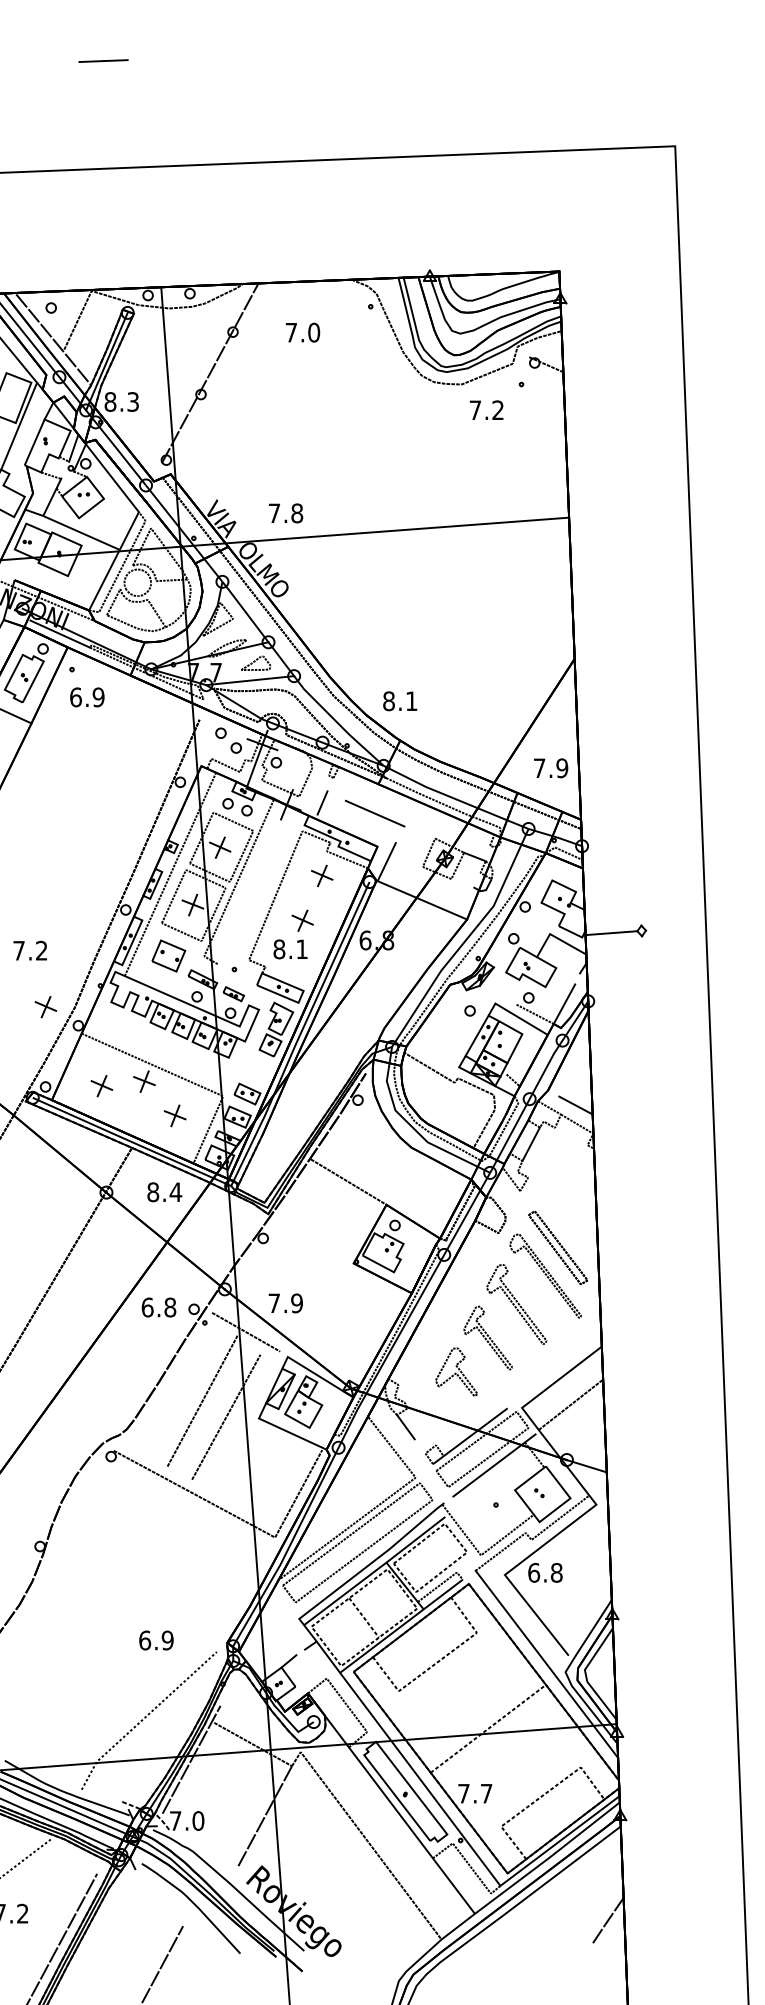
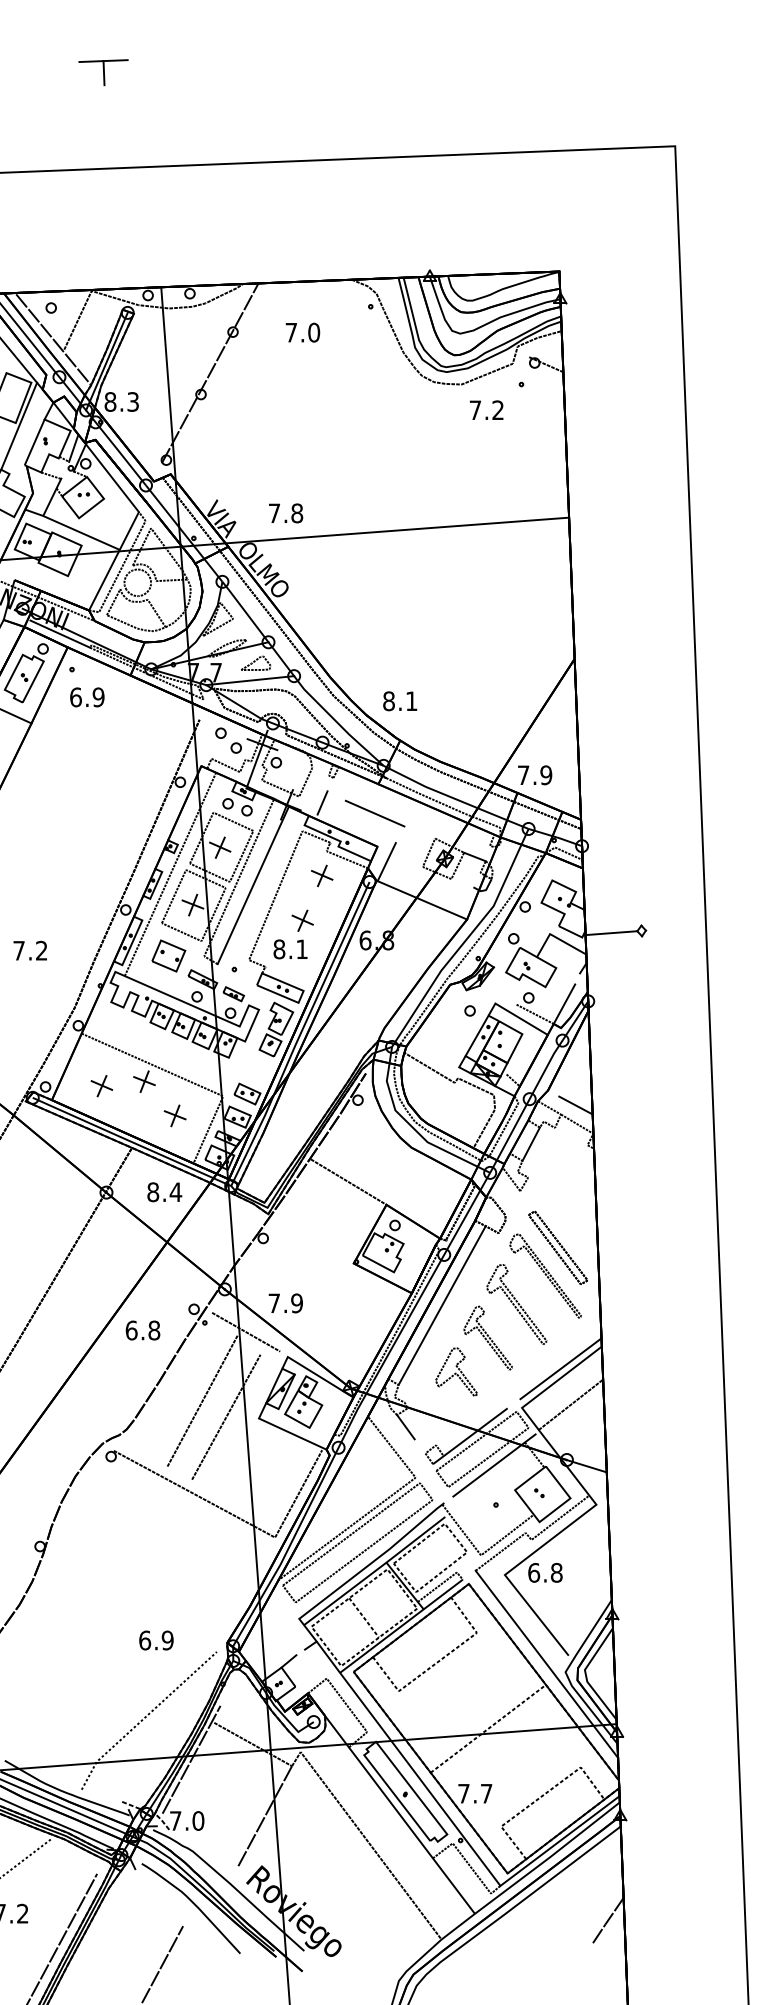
line at (103, 73): none -> present
text at (551, 768) position: (551, 768) -> (535, 775)
line at (252, 885): none -> present
part at (45, 1007): present -> none
line at (441, 1305): none -> present
text at (158, 1307) position: (158, 1307) -> (142, 1330)
line at (560, 1368): none -> present
